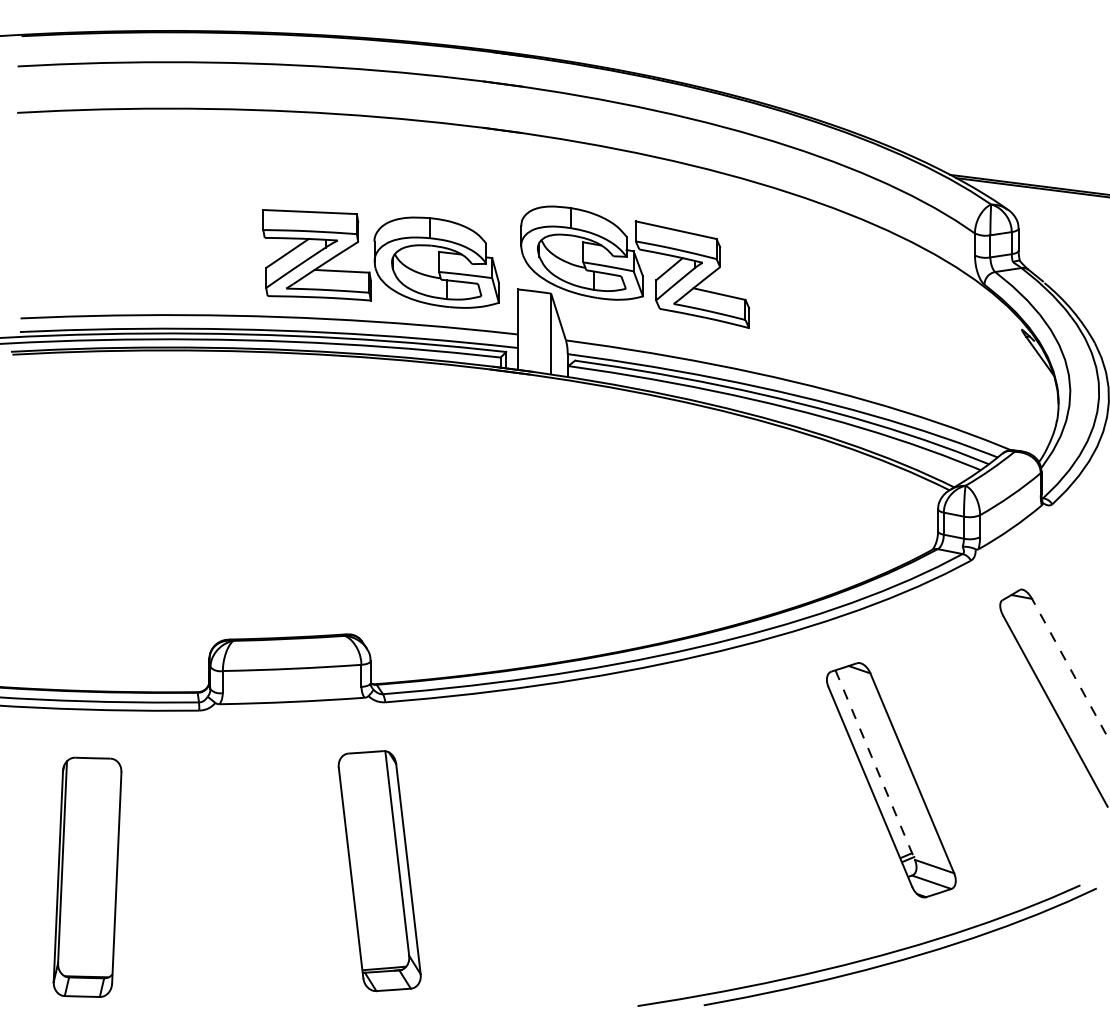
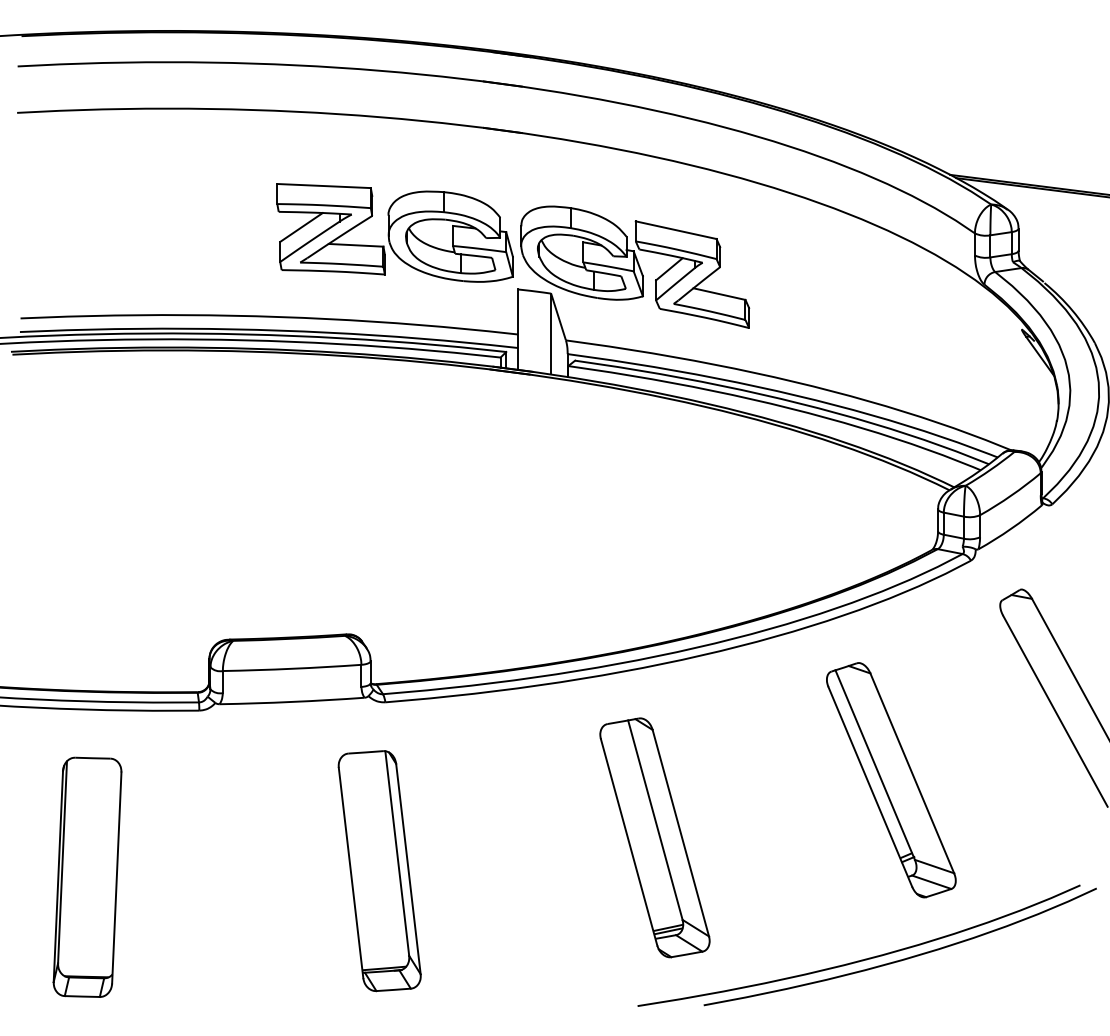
part at (380, 258) position: (380, 258) -> (394, 232)
line at (1070, 669): dashed -> solid
line at (875, 765): dashed -> solid
part at (654, 837): none -> present
